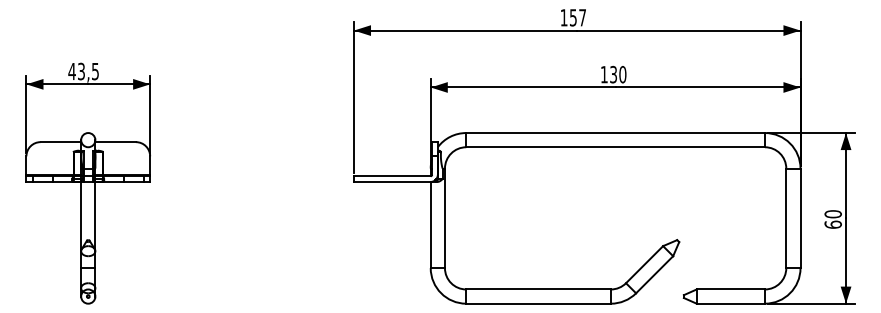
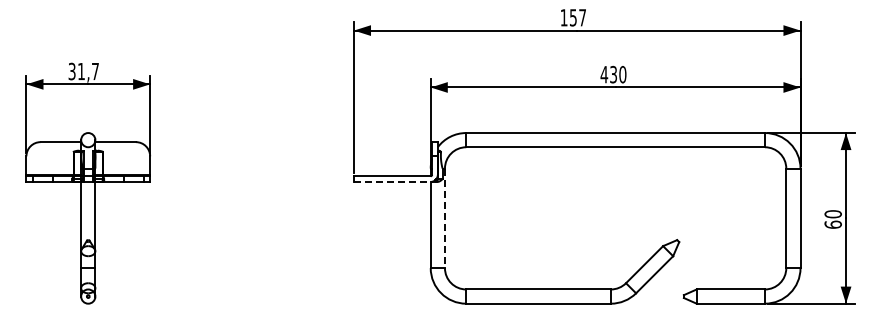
text at (83, 71): 43,5 -> 31,7
text at (604, 74): 130 -> 430
line at (392, 181): solid -> dashed
line at (444, 218): solid -> dashed
